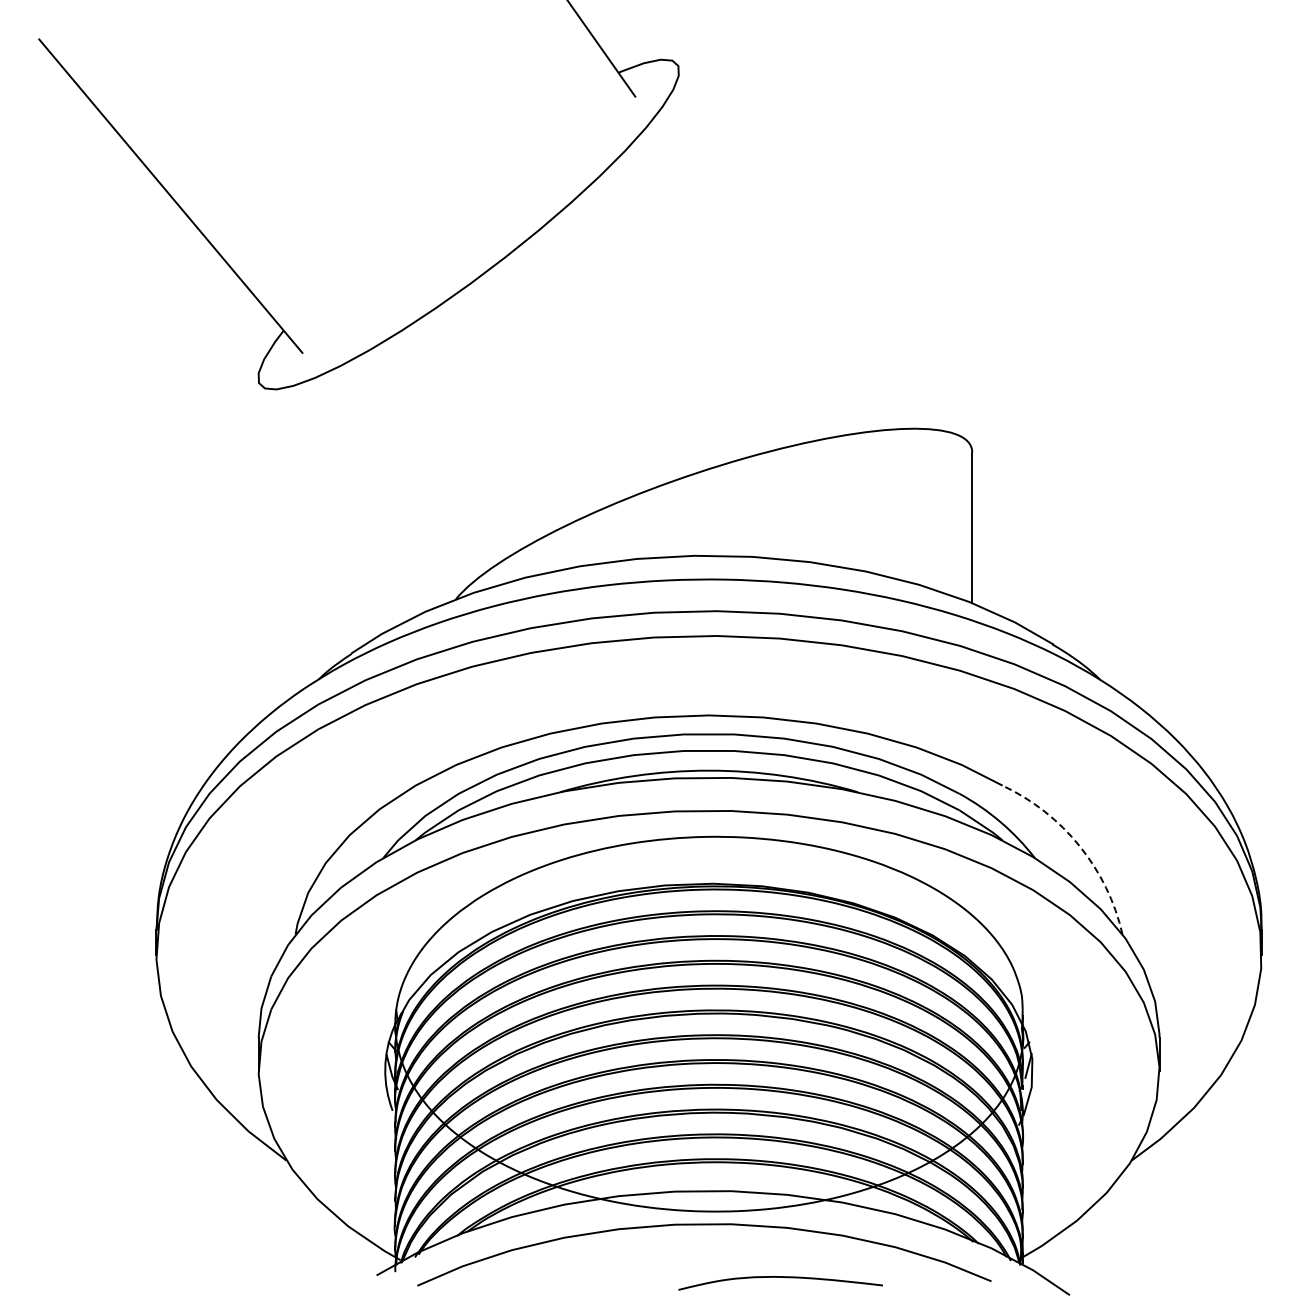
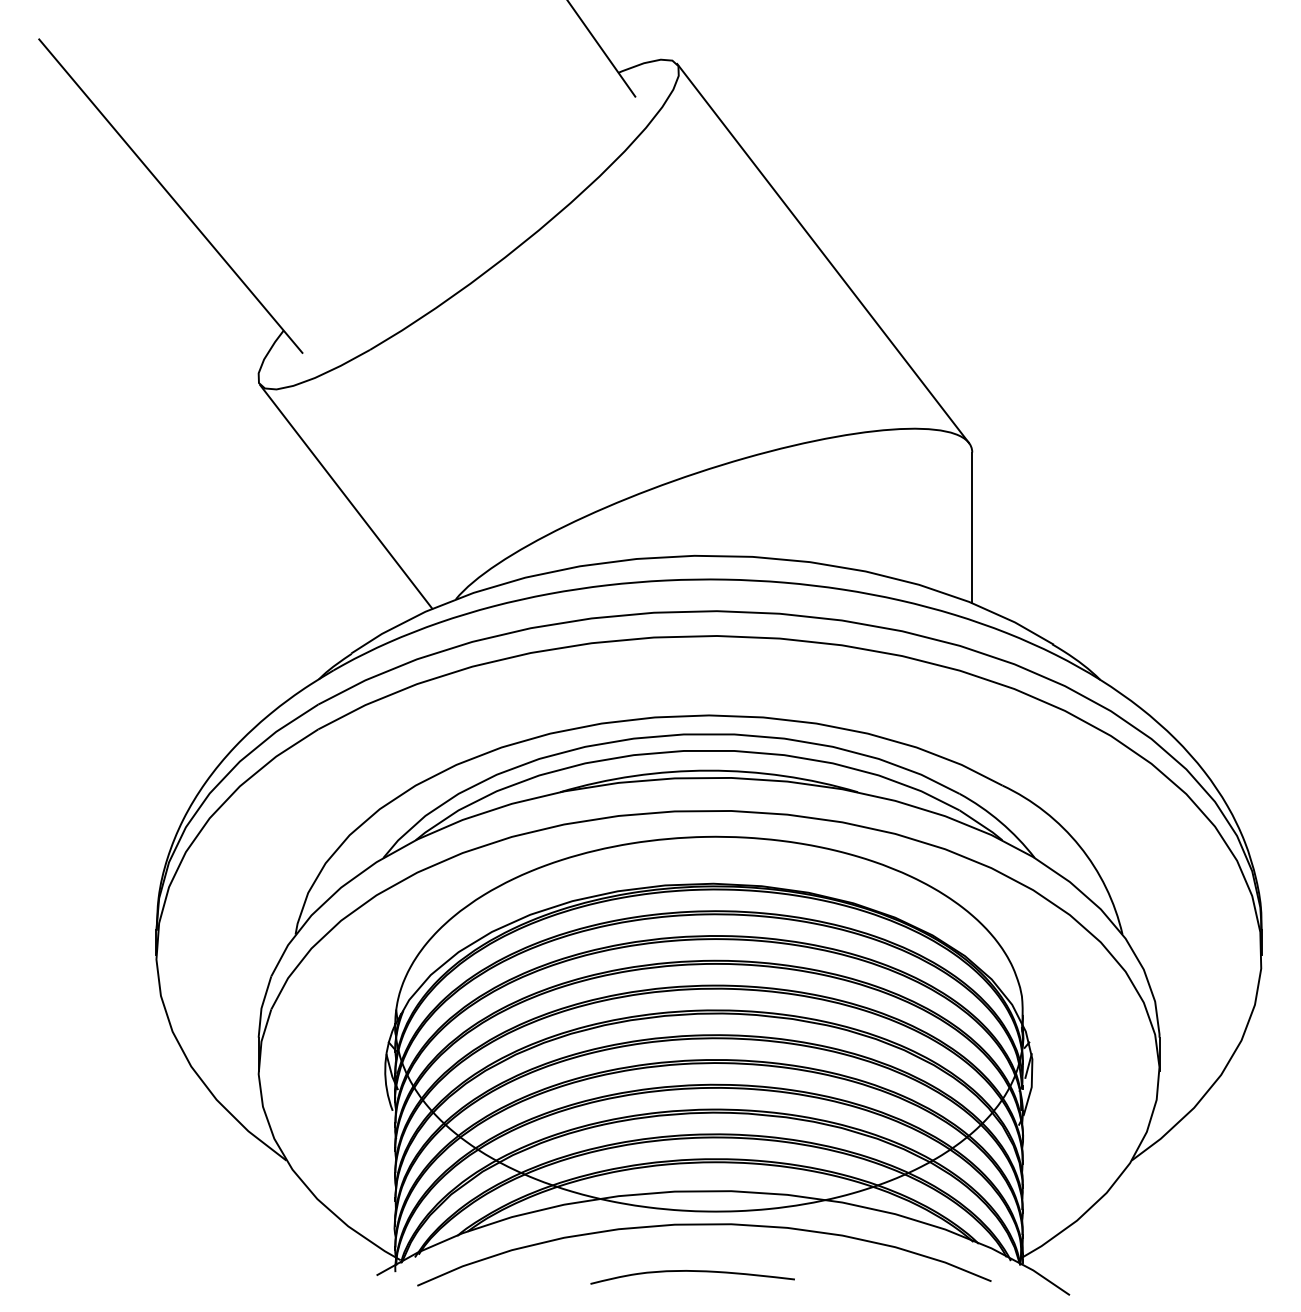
line at (822, 253): none -> present
line at (346, 496): none -> present
arc at (1079, 846): dashed -> solid
curve at (780, 1277) position: (780, 1277) -> (692, 1271)
